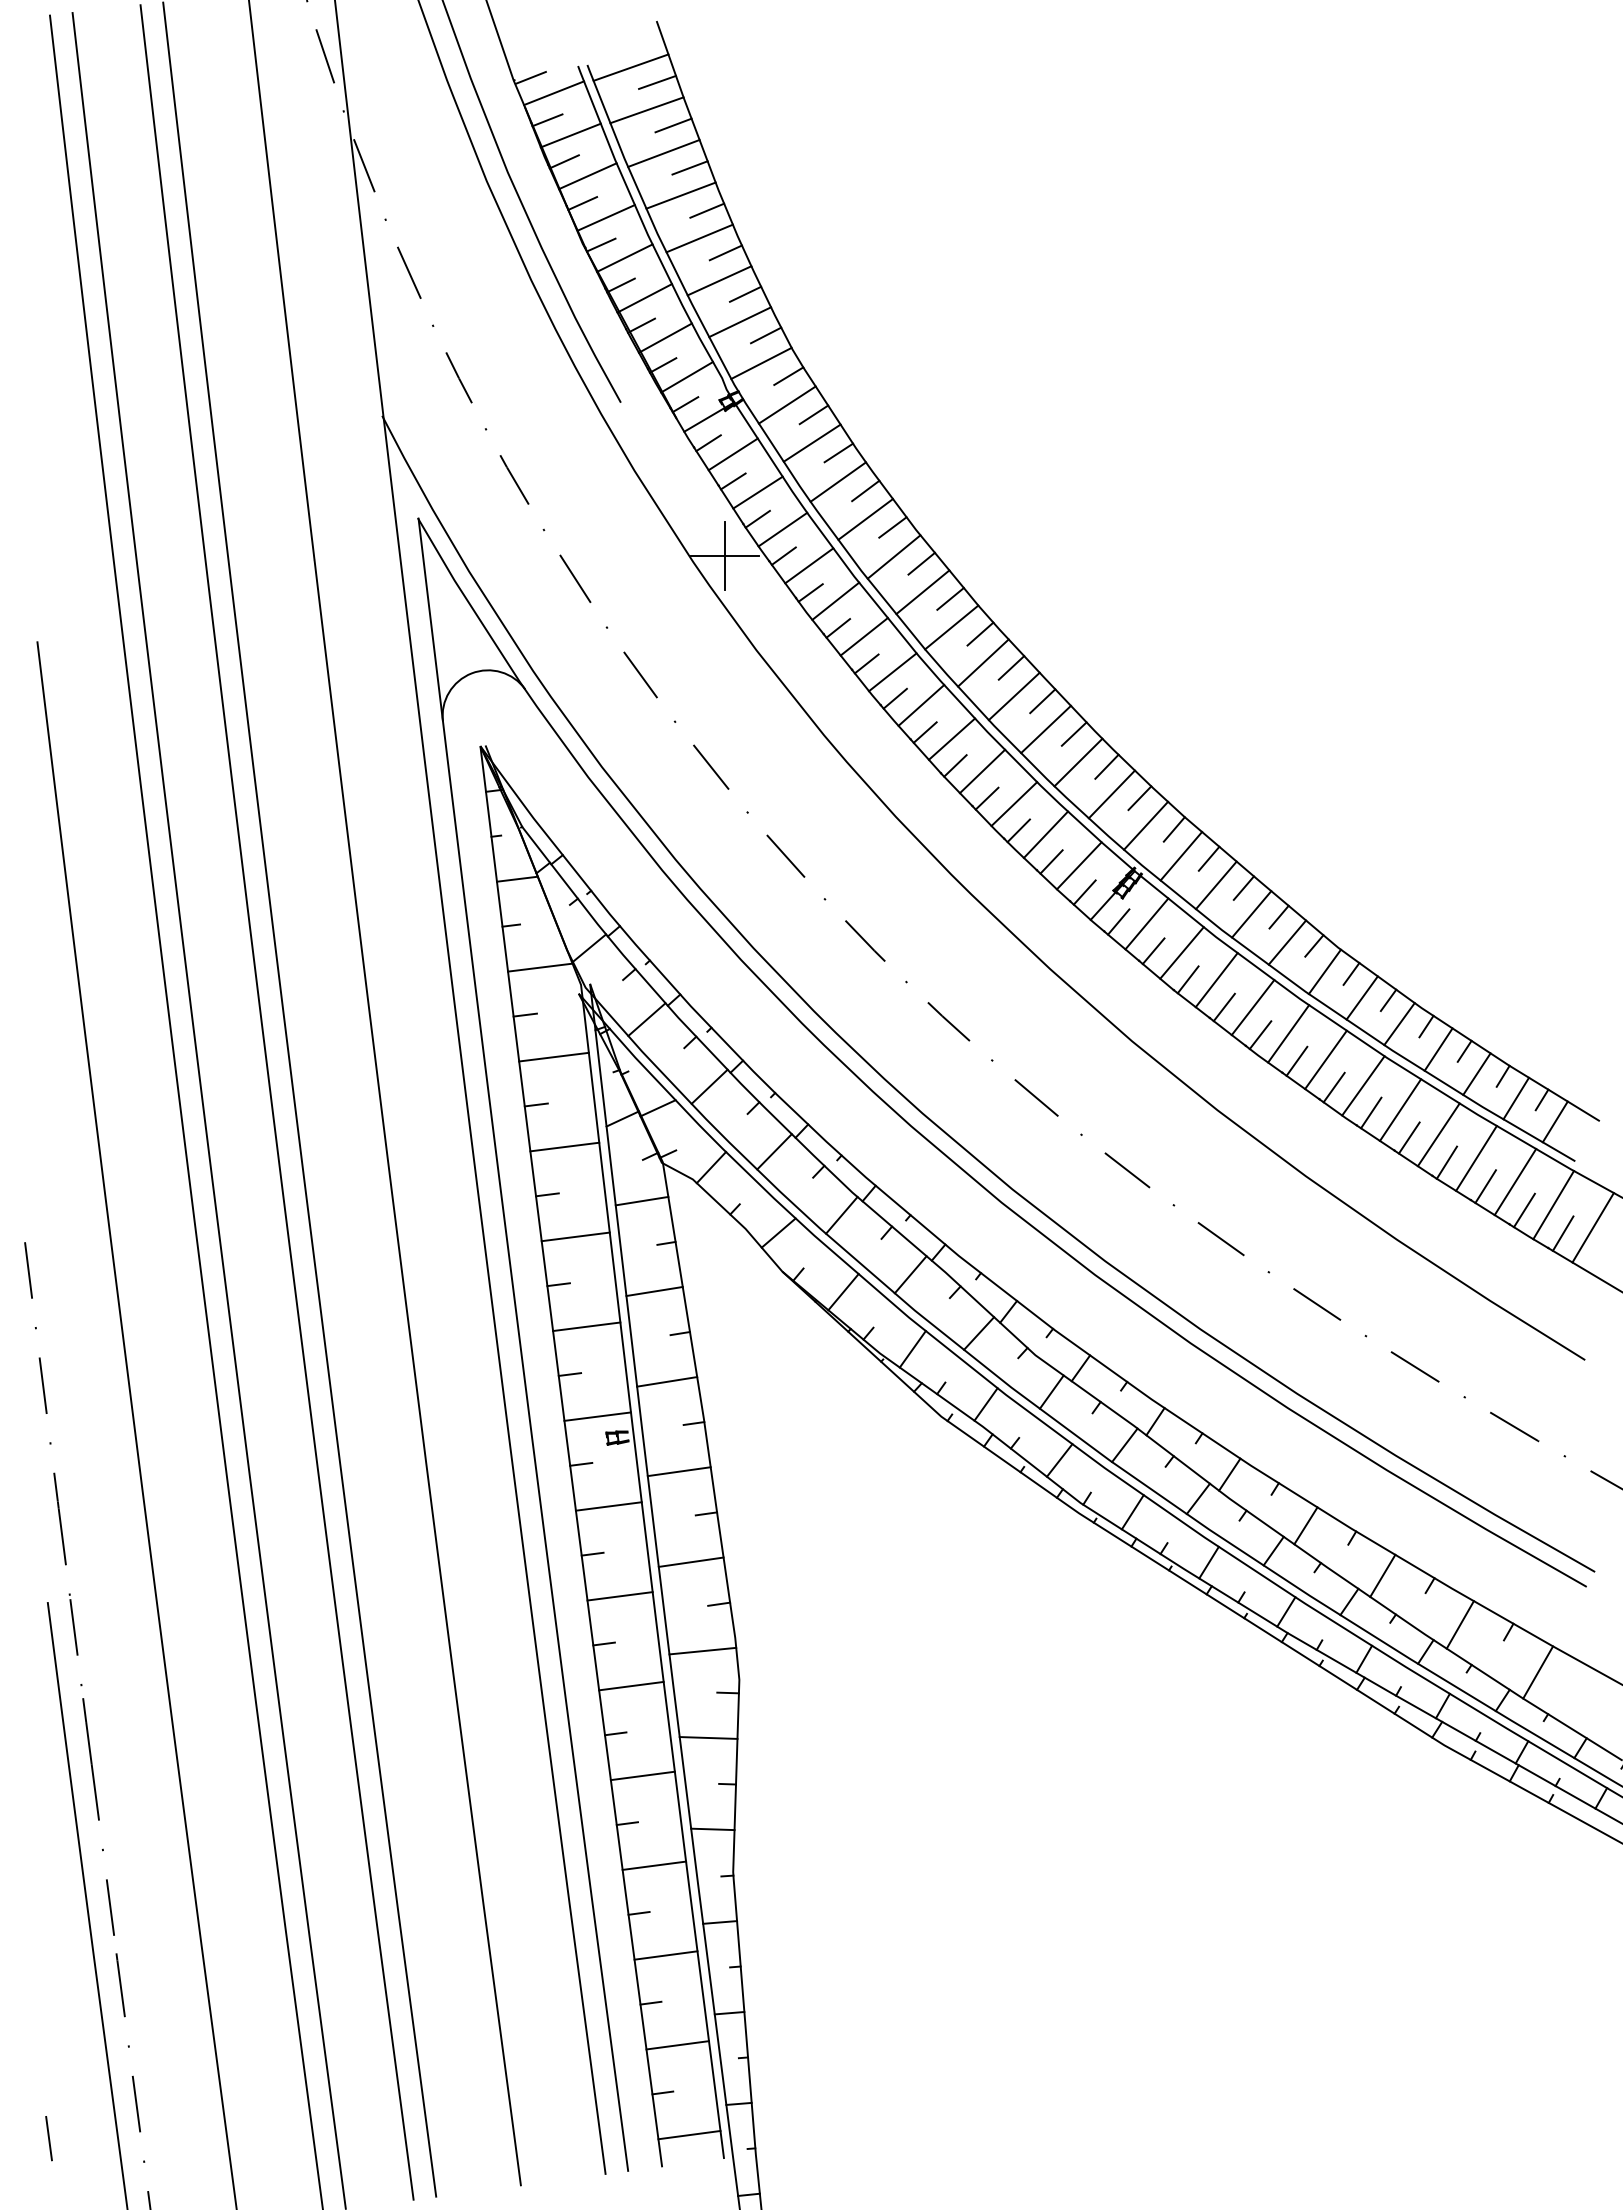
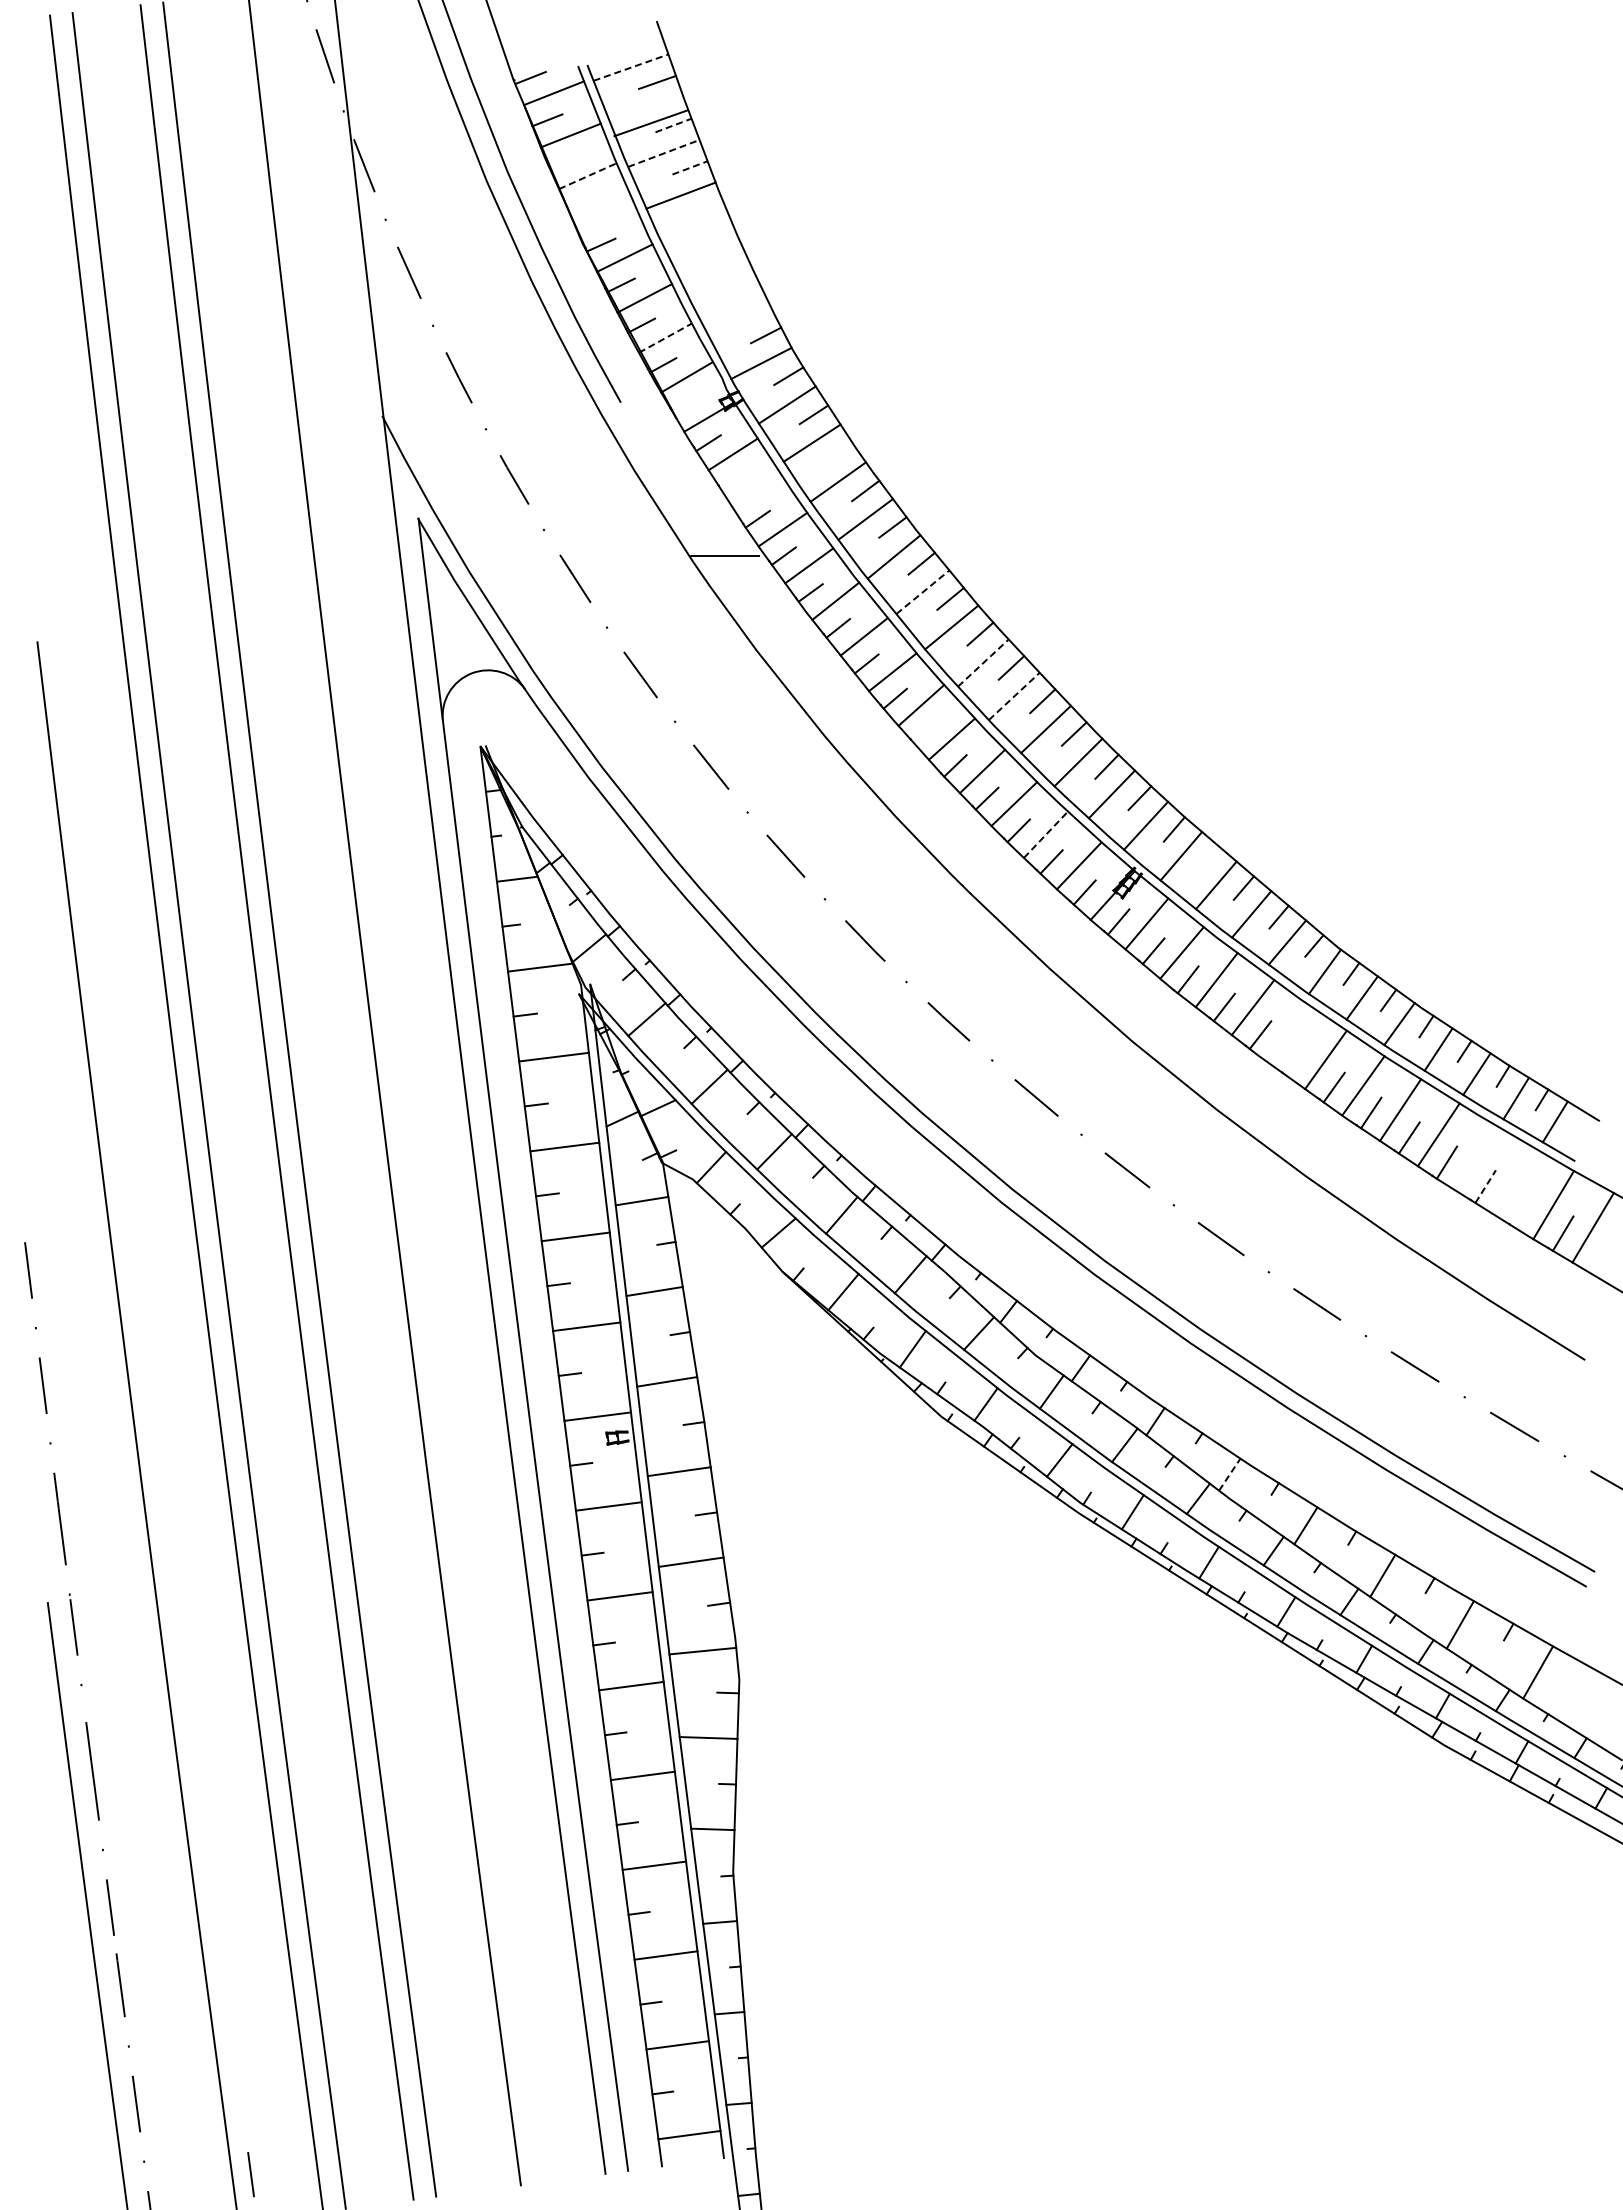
line at (631, 67): solid -> dashed
line at (646, 110) position: (646, 110) -> (650, 123)
line at (674, 125): solid -> dashed
line at (664, 153): solid -> dashed
line at (563, 161): present -> none
line at (690, 167): solid -> dashed
line at (587, 176): solid -> dashed
line at (582, 203): present -> none
line at (707, 210): present -> none
line at (605, 217): present -> none
line at (699, 238): present -> none
line at (725, 252): present -> none
line at (719, 280): present -> none
line at (745, 293): present -> none
line at (740, 322): present -> none
line at (665, 337): solid -> dashed
line at (685, 404): present -> none
line at (838, 452): present -> none
line at (732, 481): present -> none
line at (757, 492): present -> none
line at (724, 556): present -> none
line at (923, 591): solid -> dashed
line at (983, 663): solid -> dashed
line at (1014, 696): solid -> dashed
line at (924, 732): present -> none
line at (1046, 834): solid -> dashed
line at (1208, 858): present -> none
line at (1288, 1033): present -> none
line at (1296, 1060): present -> none
line at (1476, 1157): present -> none
line at (1515, 1181): present -> none
line at (1485, 1186): solid -> dashed
line at (1524, 1210): present -> none
line at (1230, 1474): solid -> dashed
line at (84, 1710): present -> none
line at (48, 2138) position: (48, 2138) -> (250, 2174)
